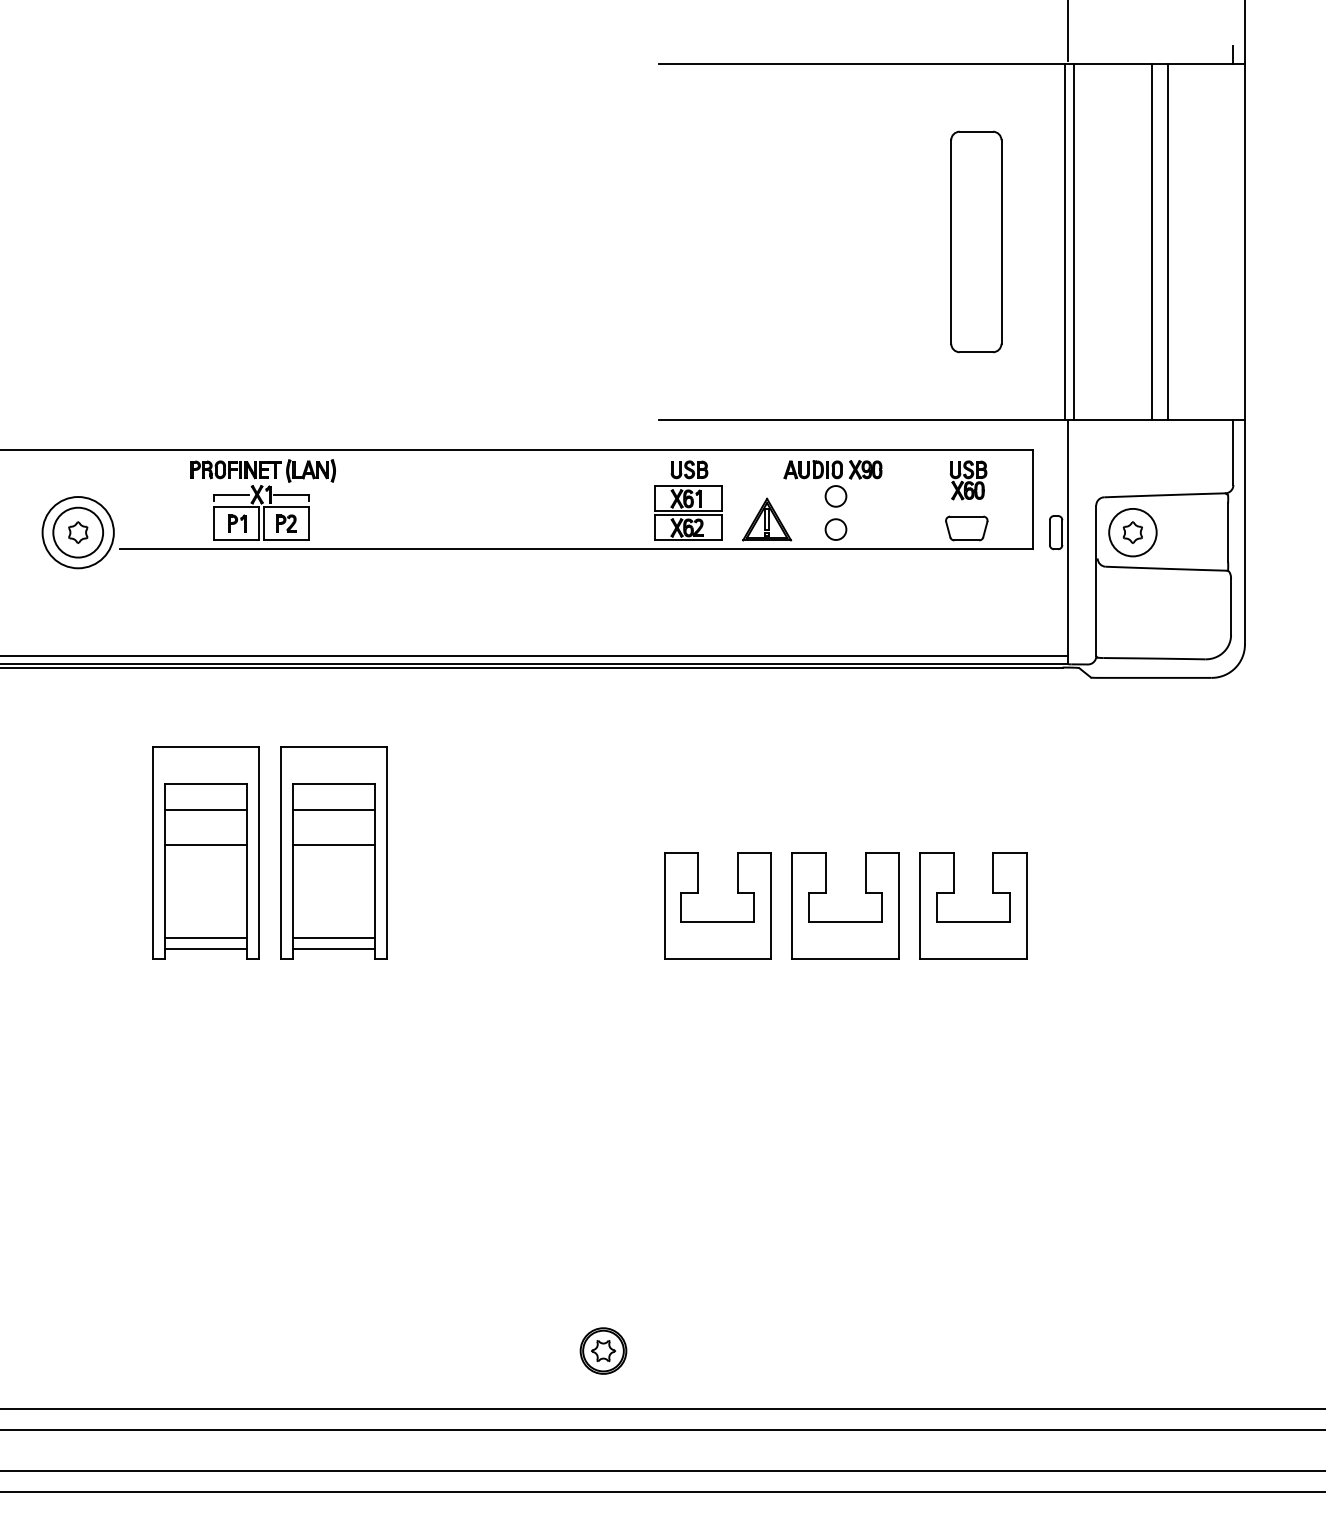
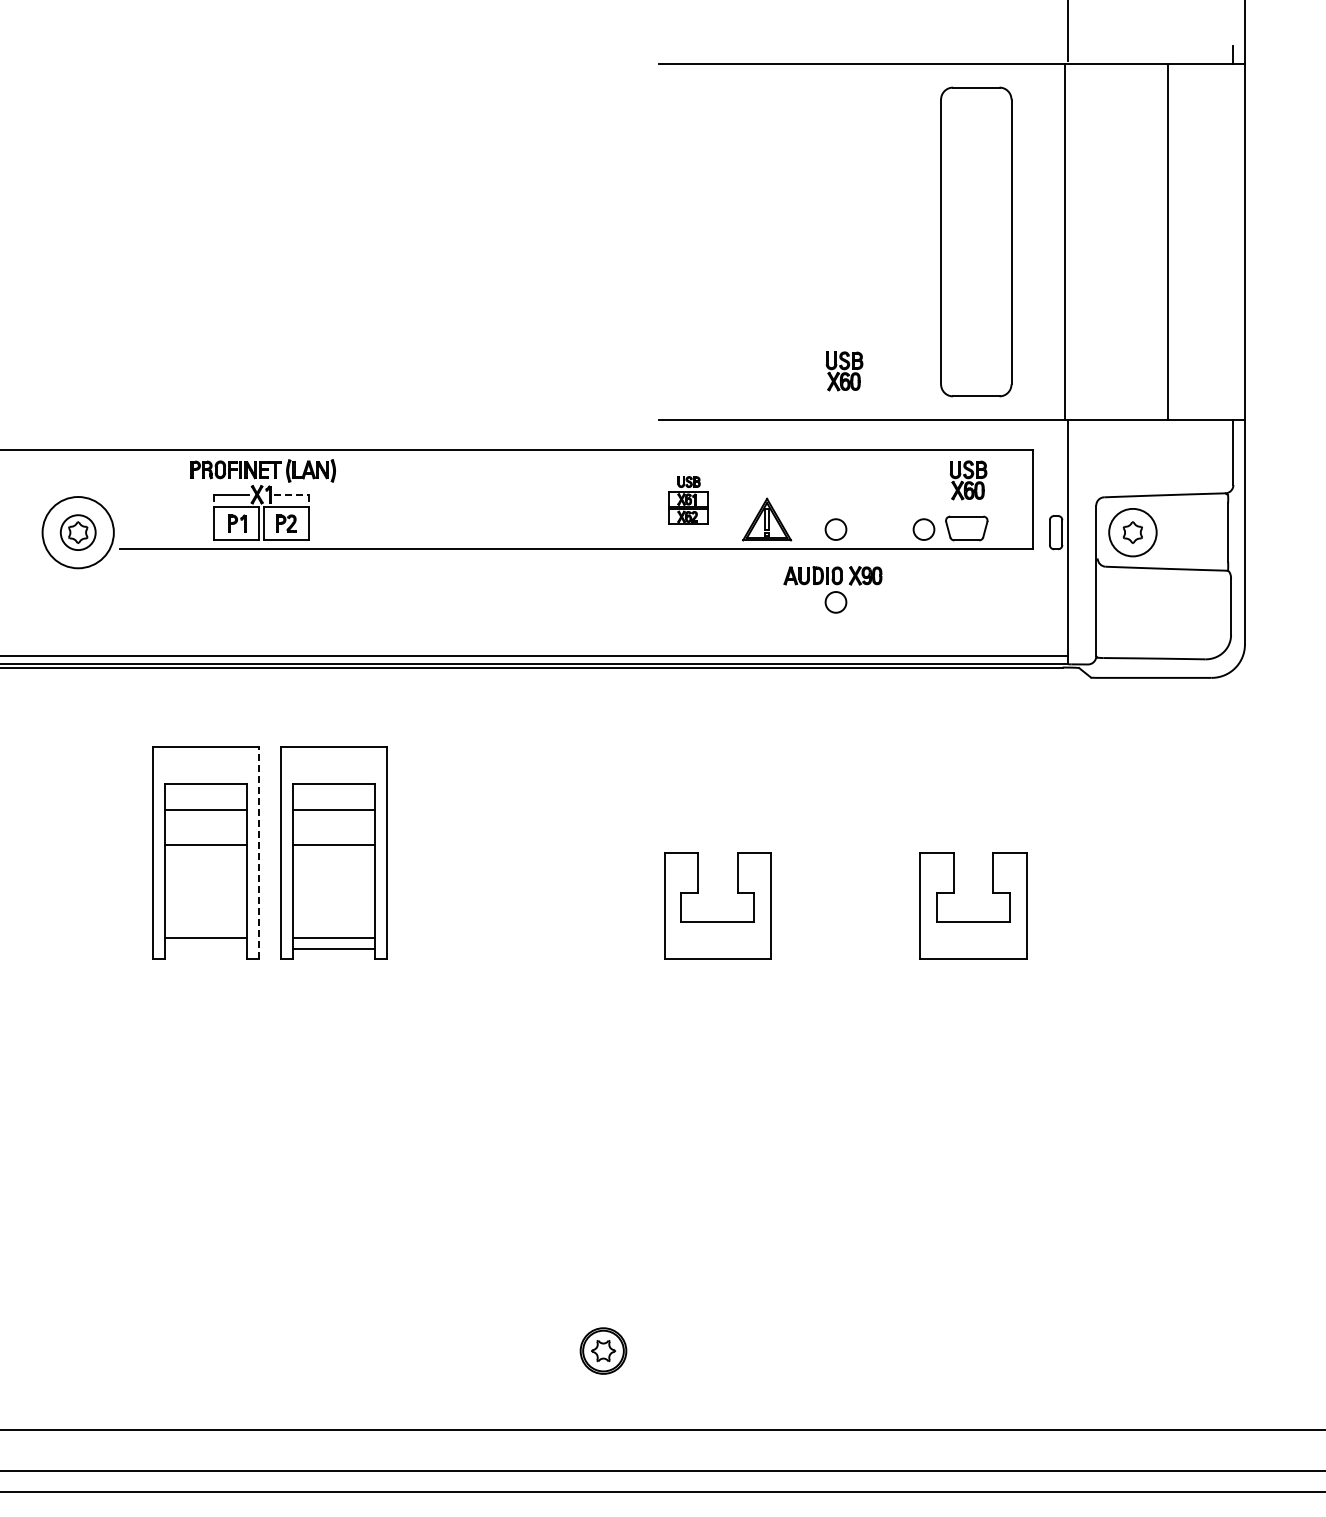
part at (976, 241) size: 53x224 px -> 73x312 px
line at (1074, 241): present -> none
line at (1152, 241): present -> none
part at (844, 371): none -> present
part at (832, 483) position: (832, 483) -> (832, 589)
line at (291, 494): solid -> dashed
part at (688, 500) size: 69x81 px -> 41x49 px
circle at (923, 529): none -> present
circle at (78, 532) diameter: 50 px -> 35 px
line at (259, 853): solid -> dashed
part at (845, 921): present -> none
line at (205, 948): present -> none
line at (662, 1409): present -> none
